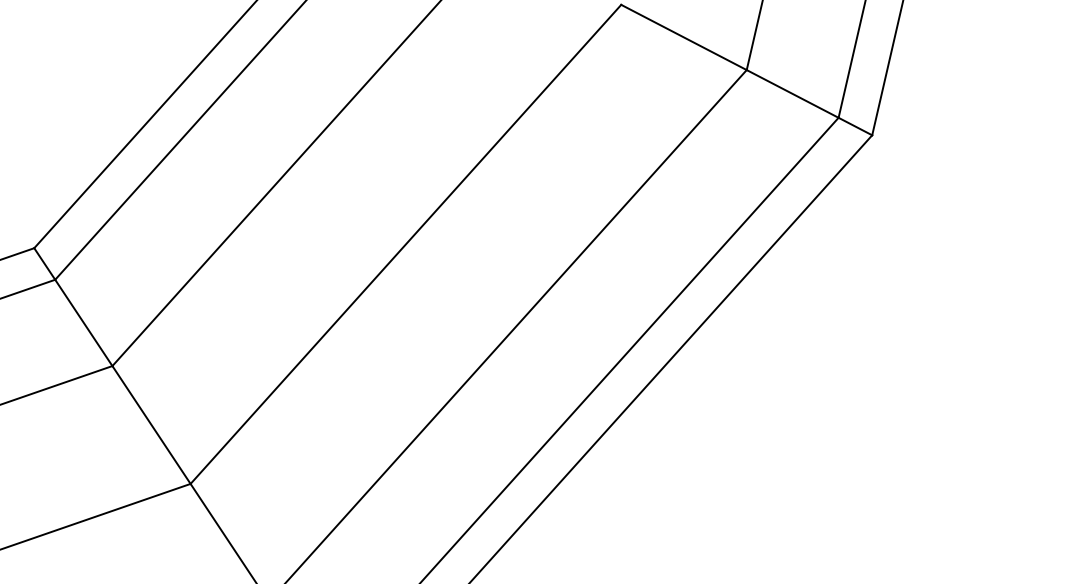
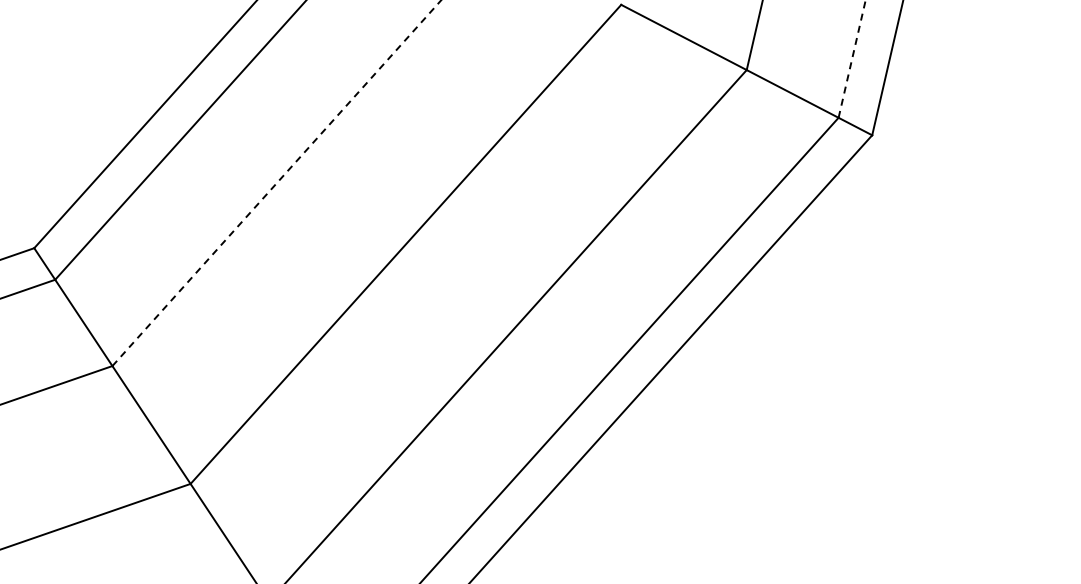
line at (852, 59): solid -> dashed
line at (276, 183): solid -> dashed
